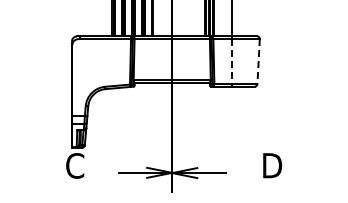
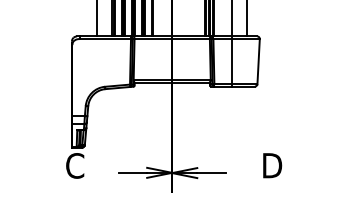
line at (97, 19): none -> present
line at (247, 19): none -> present
line at (232, 61): dashed -> solid
line at (258, 61): dashed -> solid
